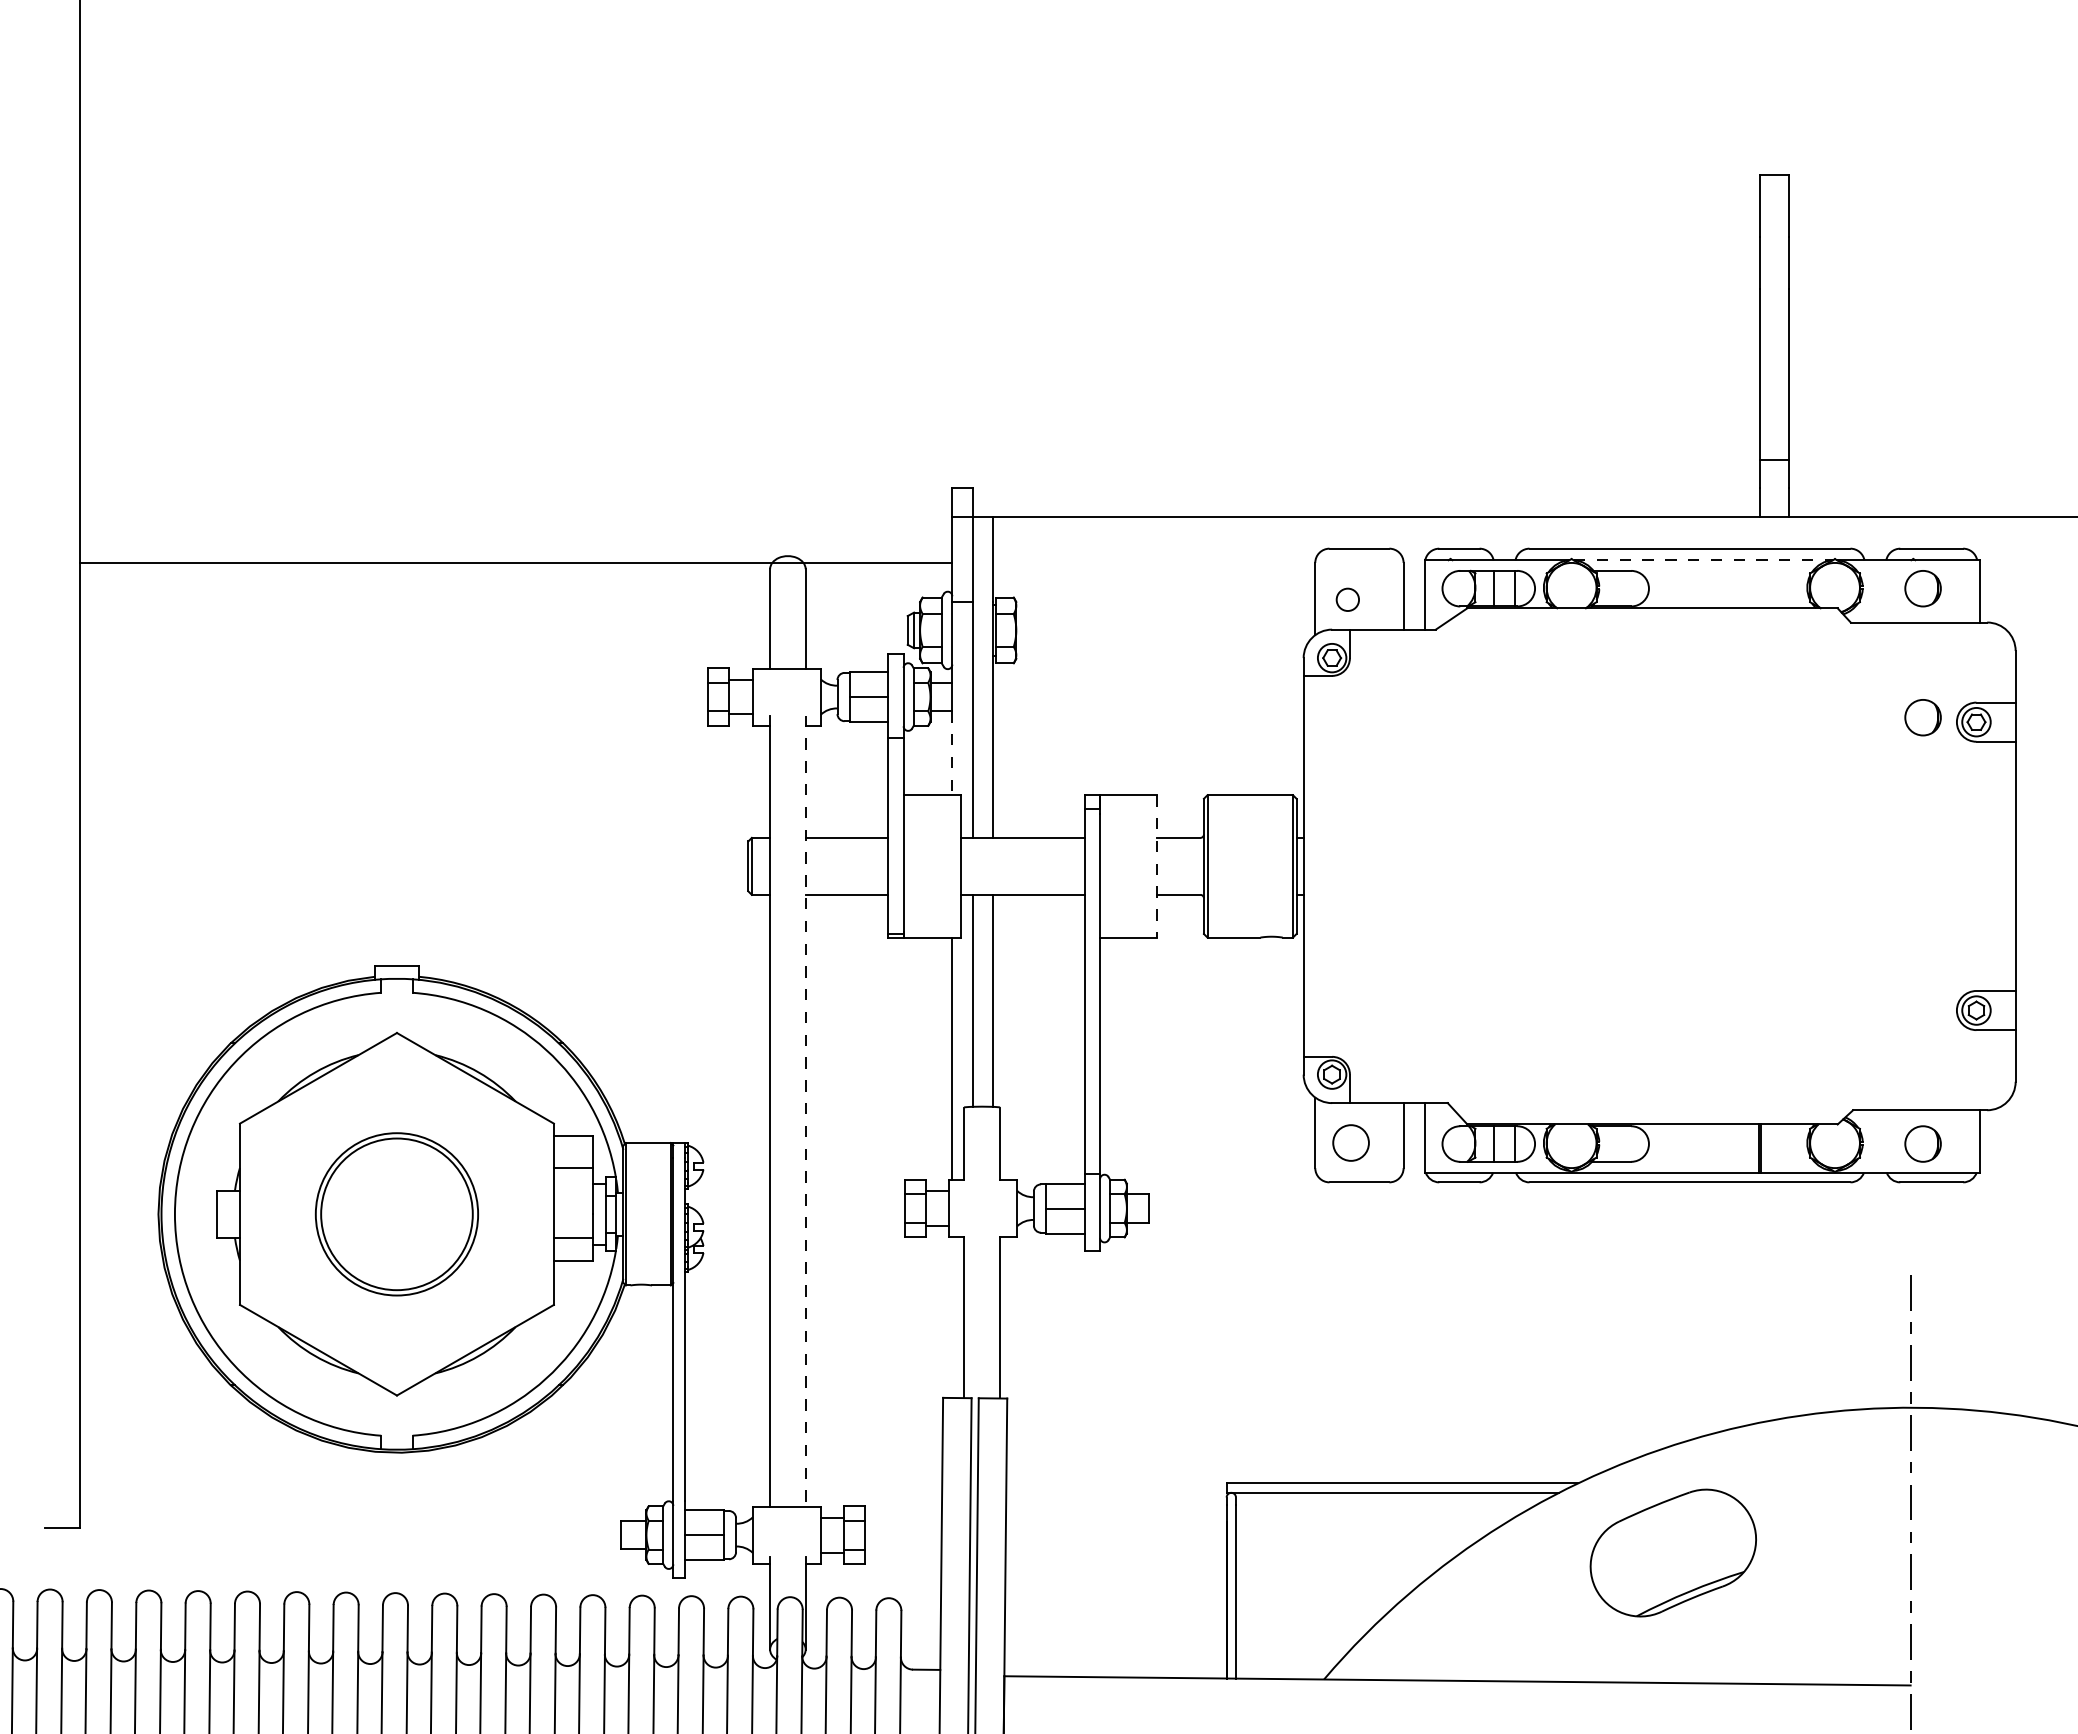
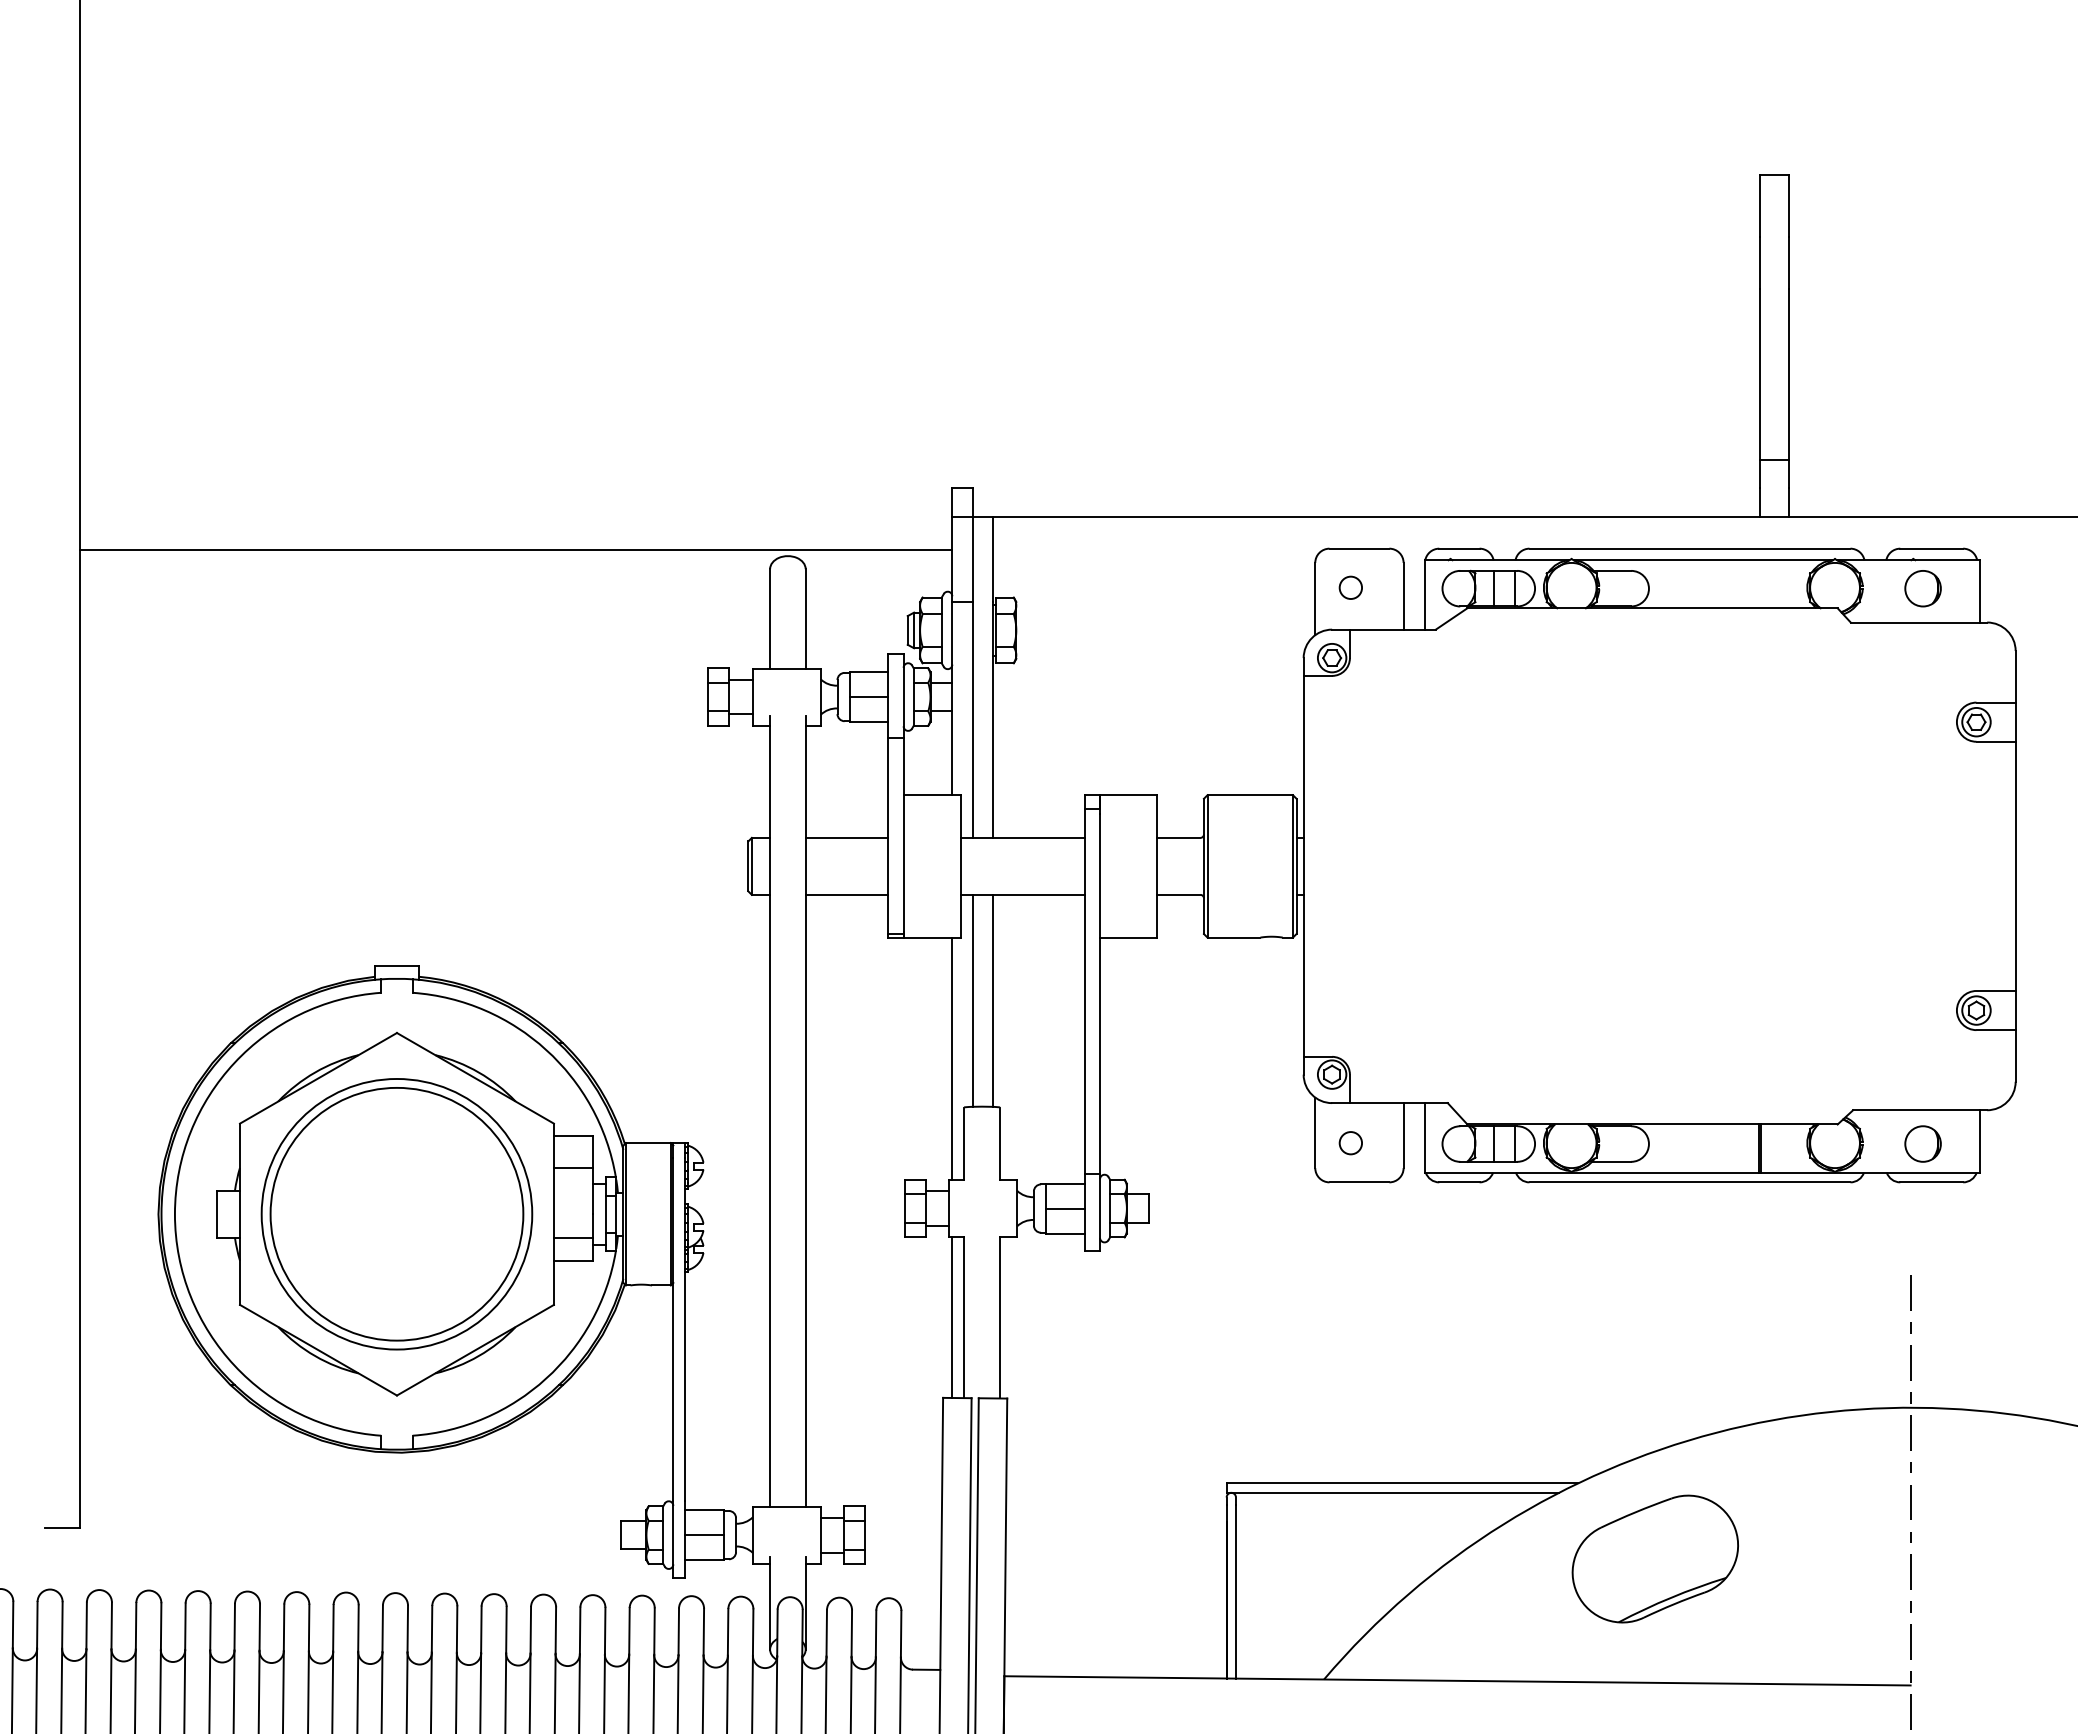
line at (1703, 560): dashed -> solid
line at (516, 563) position: (516, 563) -> (516, 550)
circle at (1347, 599) position: (1347, 599) -> (1350, 587)
part at (1922, 717): present -> none
line at (952, 753): dashed -> solid
line at (1156, 866): dashed -> solid
line at (805, 1111): dashed -> solid
circle at (1350, 1142) size: 38x38 px -> 25x25 px
part at (396, 1214) size: 165x165 px -> 274x273 px
line at (952, 1317): none -> present
part at (1672, 1552) position: (1672, 1552) -> (1654, 1558)
